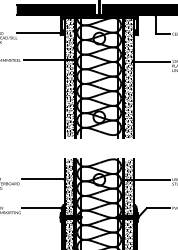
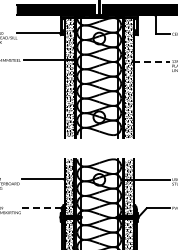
line at (152, 61): solid -> dashed
line at (42, 208): solid -> dashed
